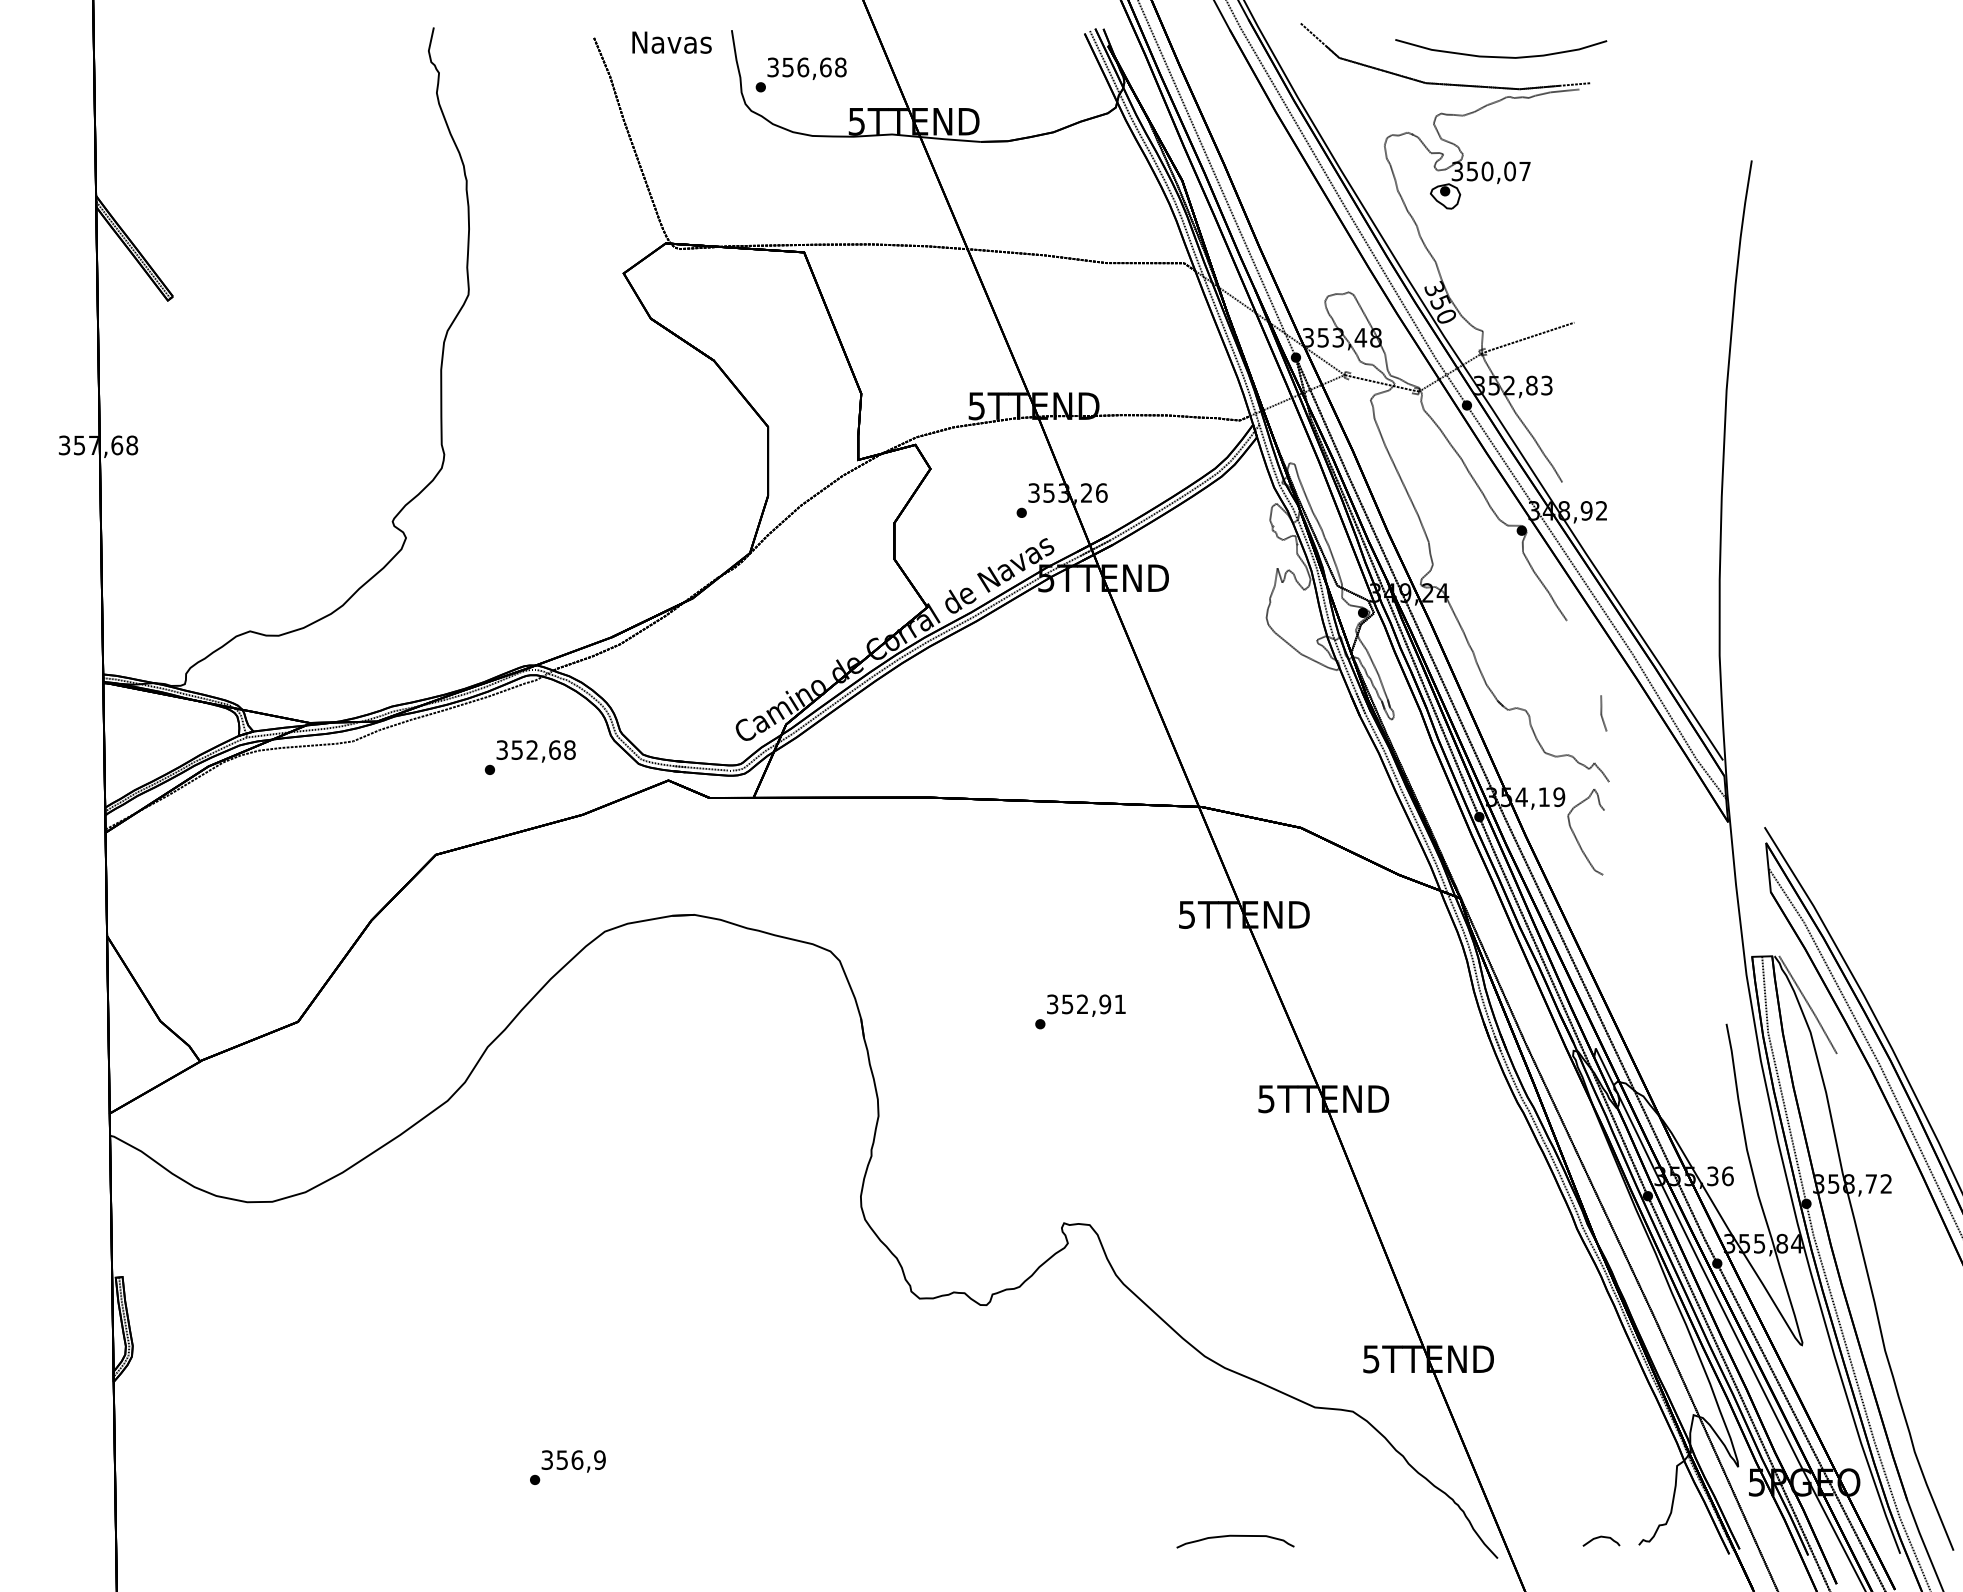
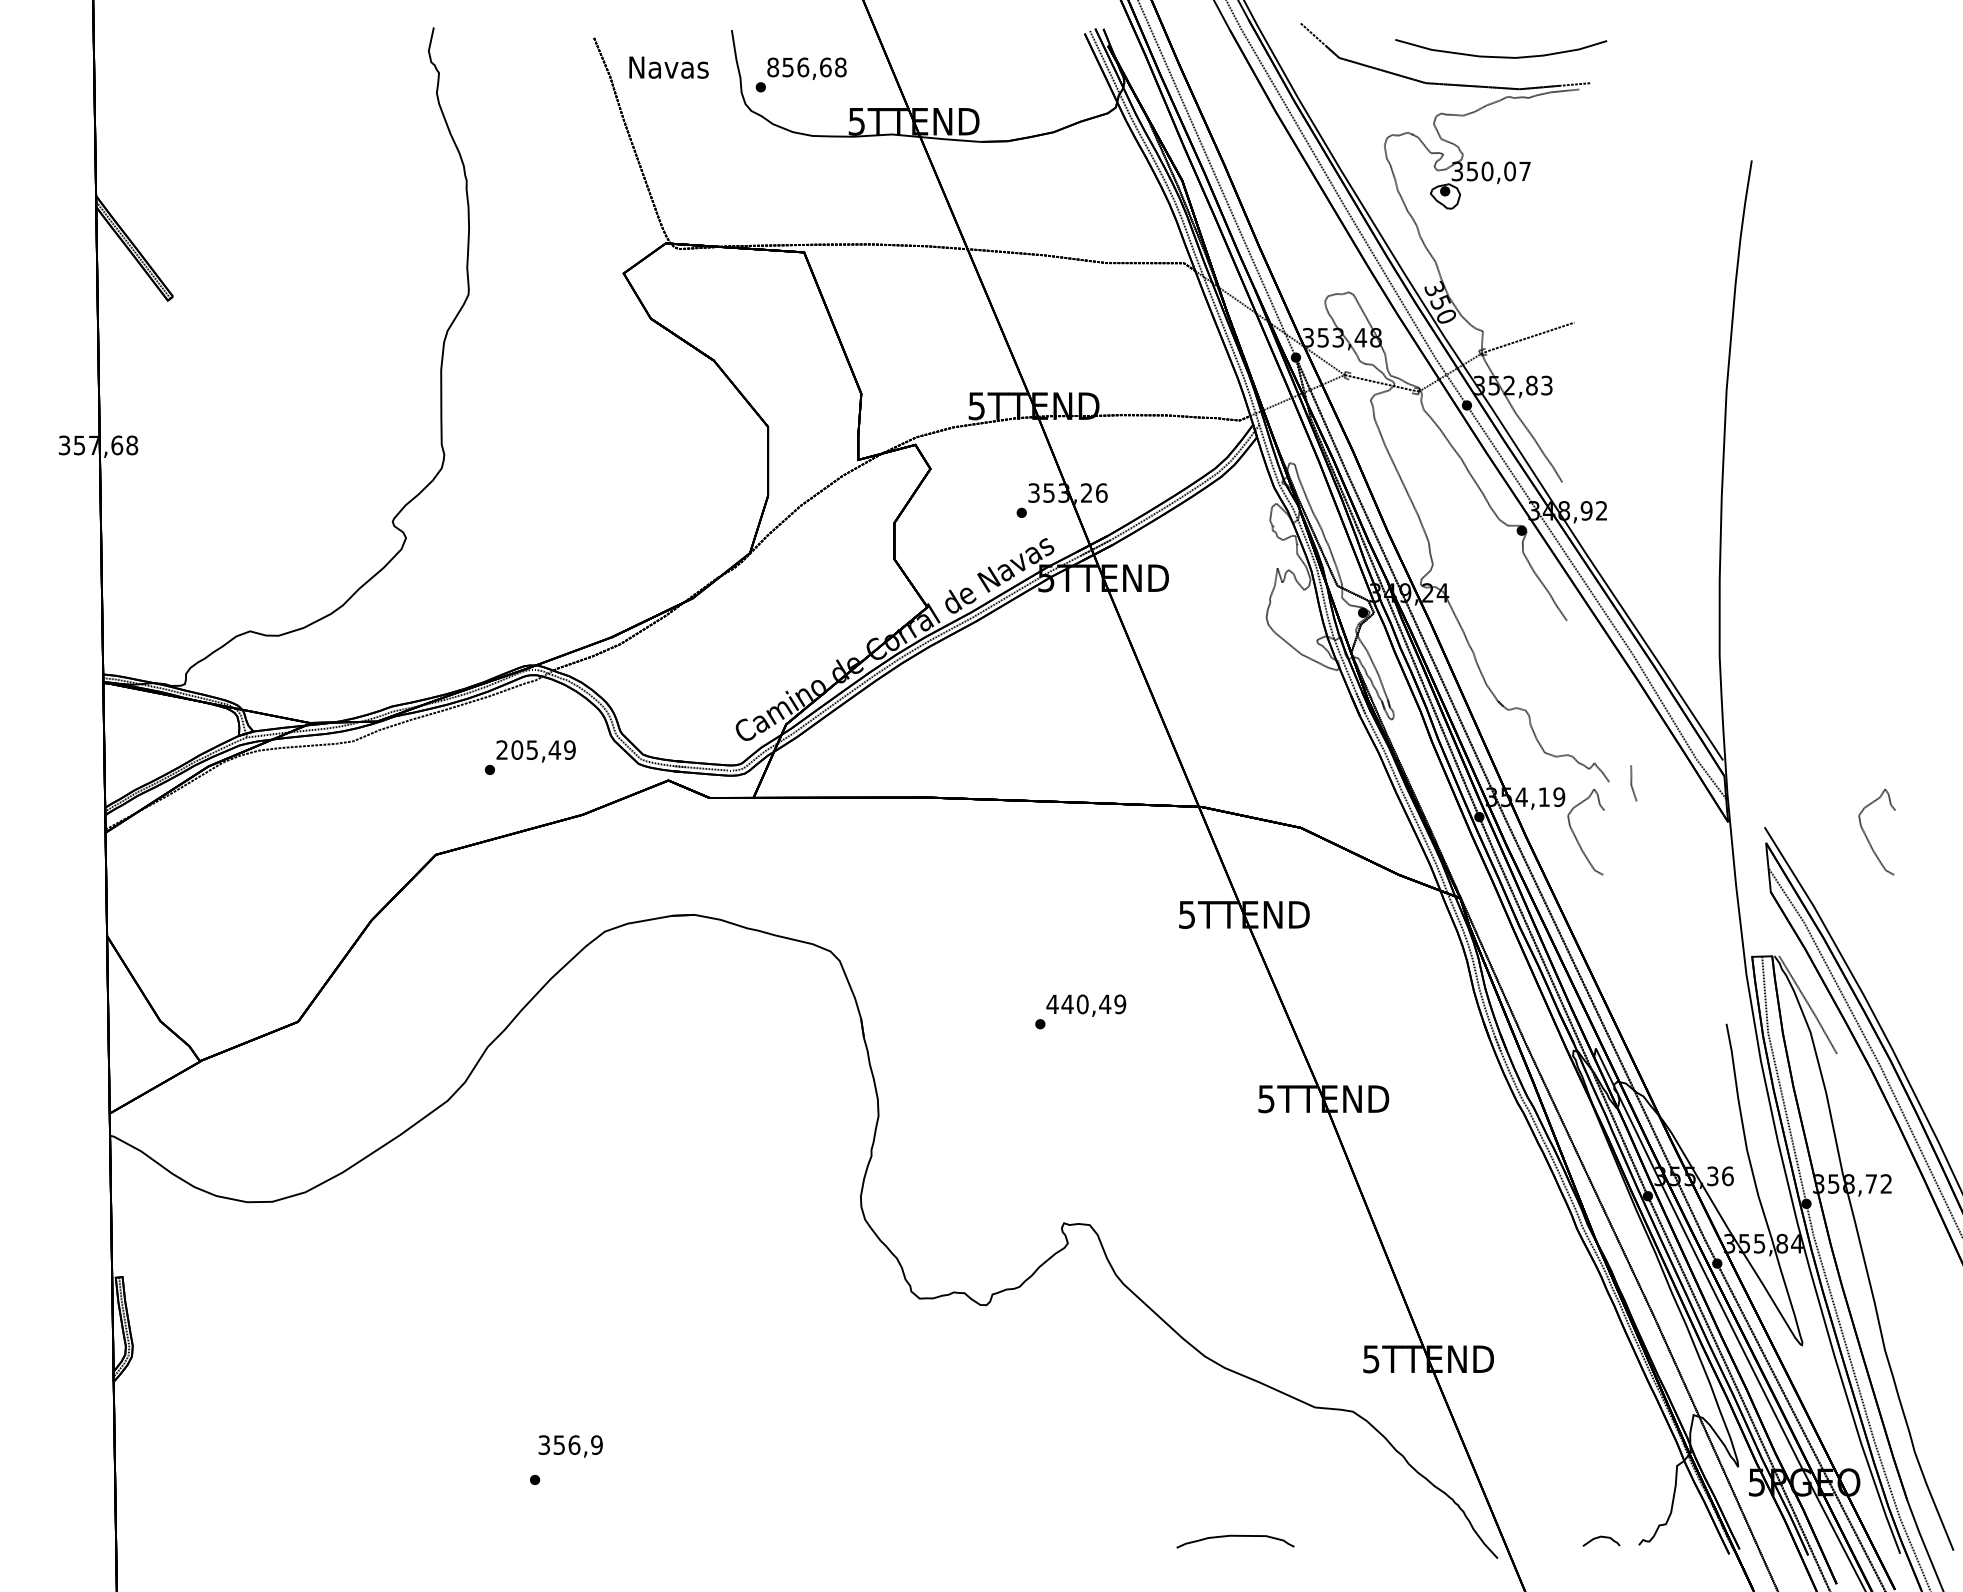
text at (671, 42) position: (671, 42) -> (668, 67)
text at (772, 67): 356,68 -> 856,68
line at (1602, 713) position: (1602, 713) -> (1632, 783)
text at (535, 749): 352,68 -> 205,49
curve at (1868, 838): none -> present
text at (1086, 1004): 352,91 -> 440,49
text at (573, 1461) position: (573, 1461) -> (570, 1446)
